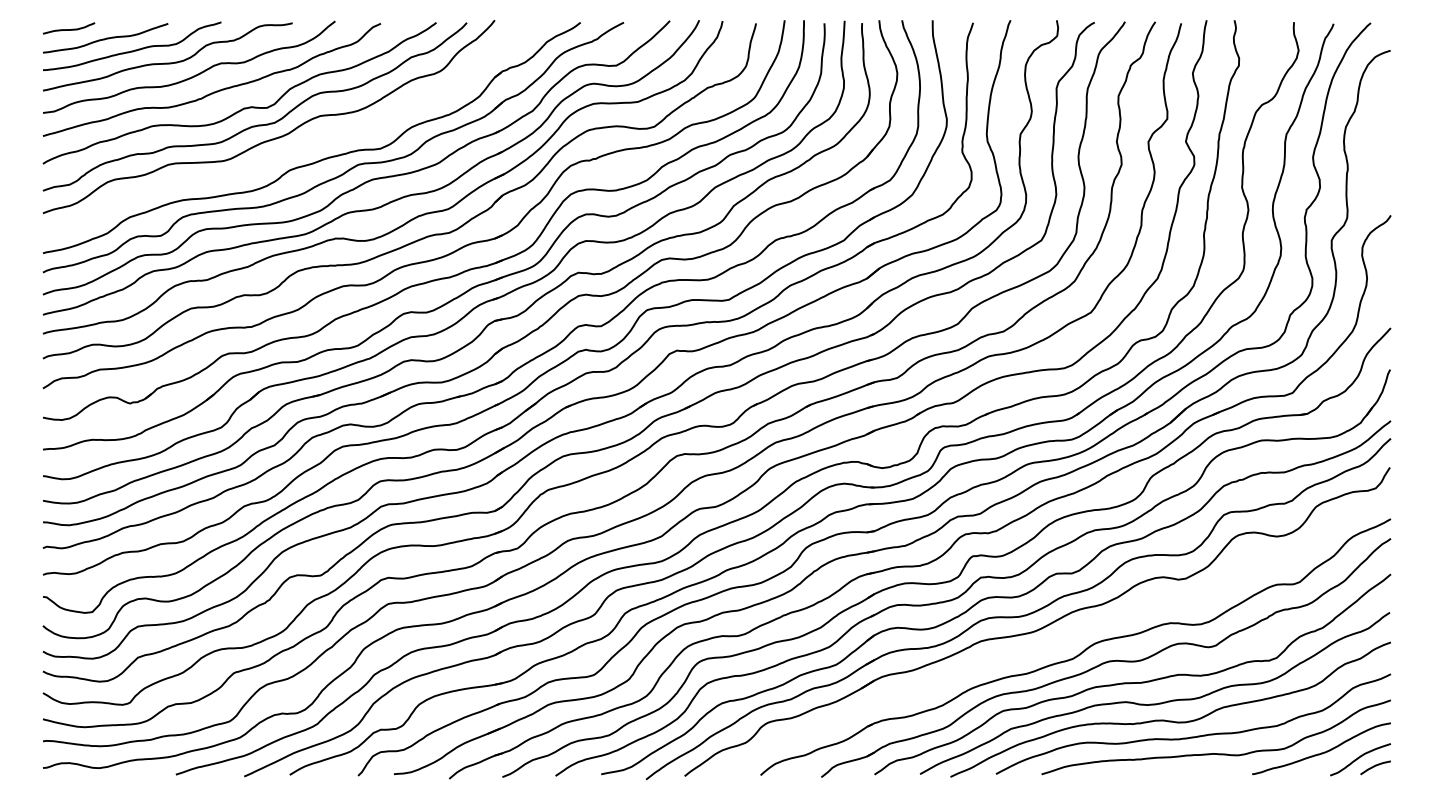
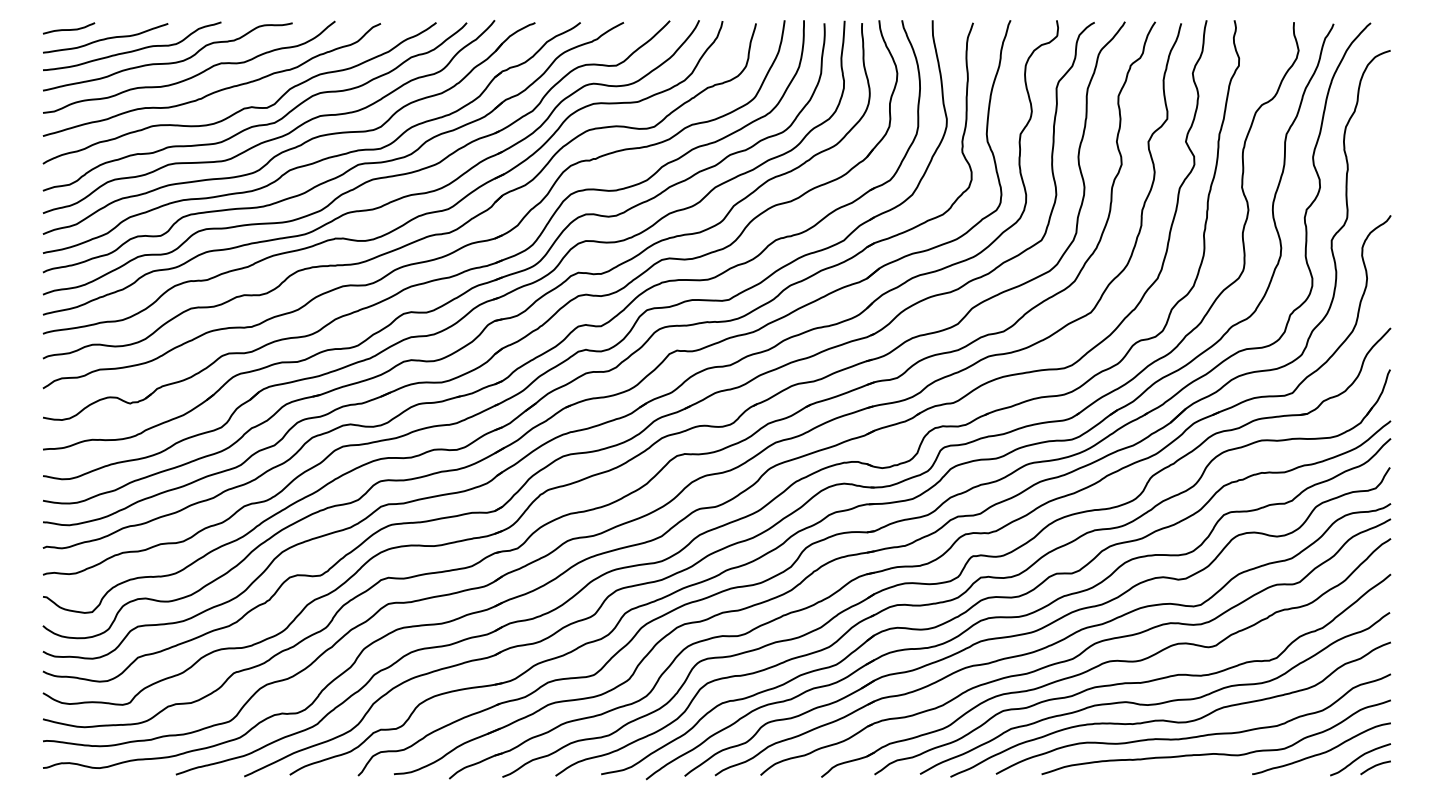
part at (297, 145): none -> present
part at (1052, 639): none -> present
